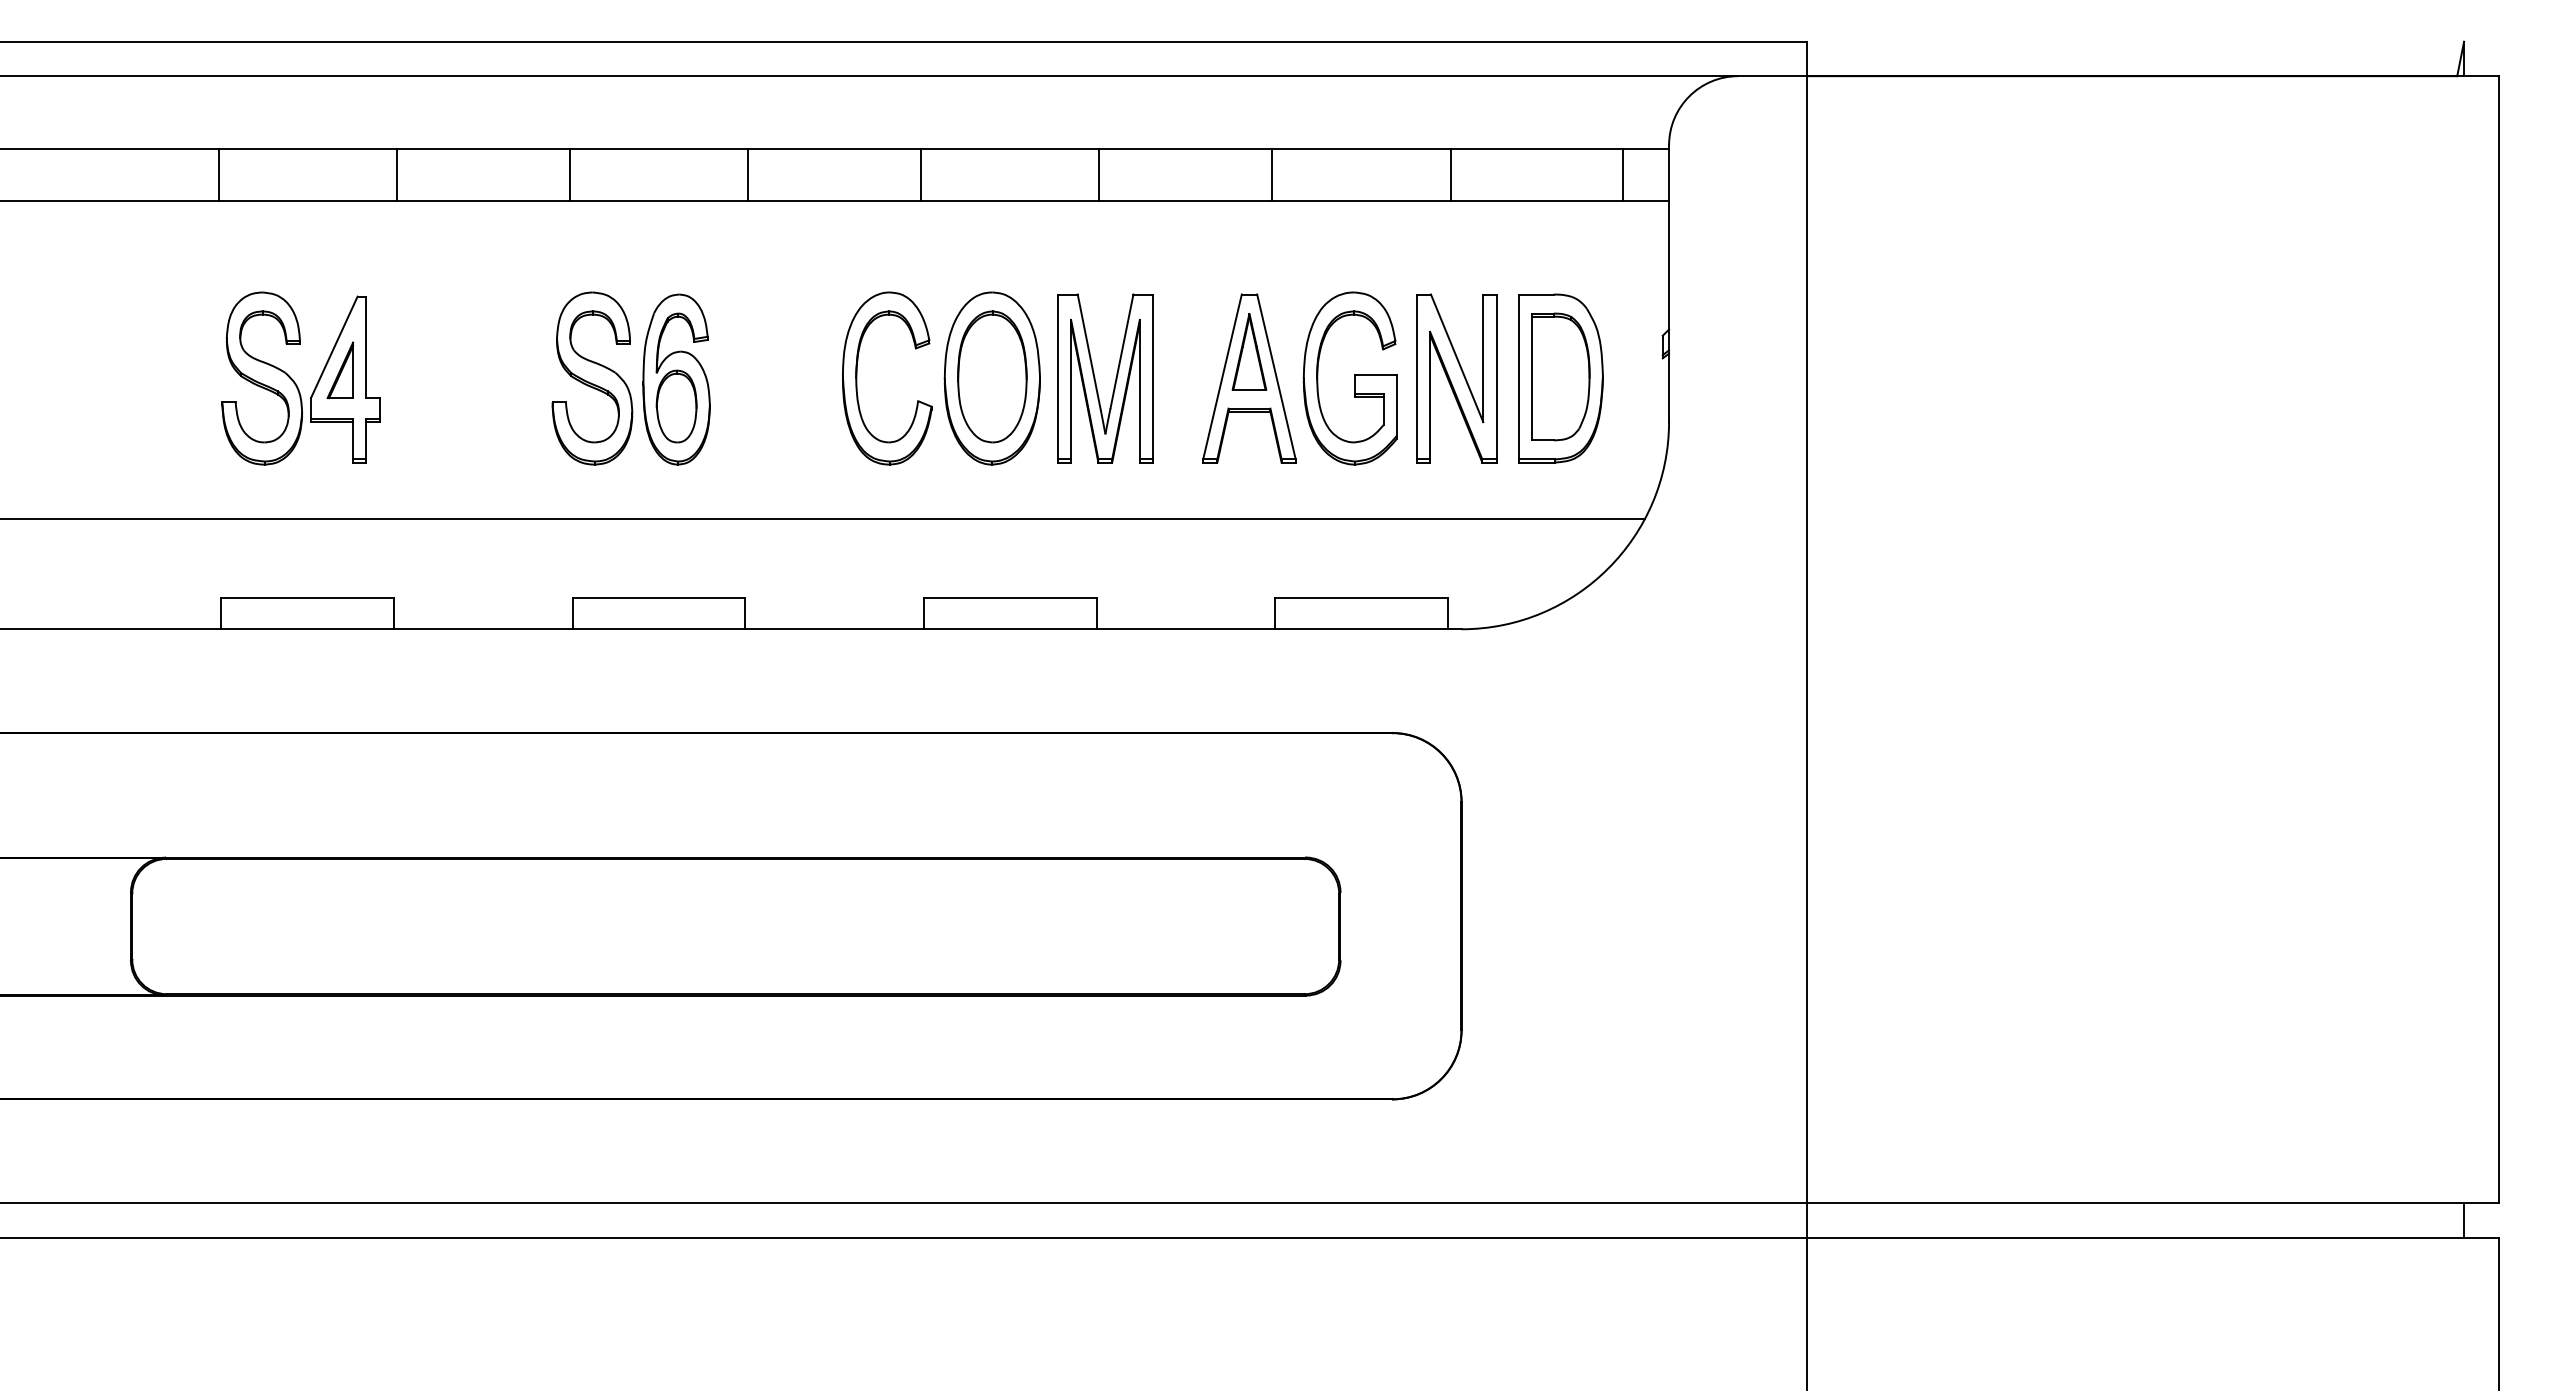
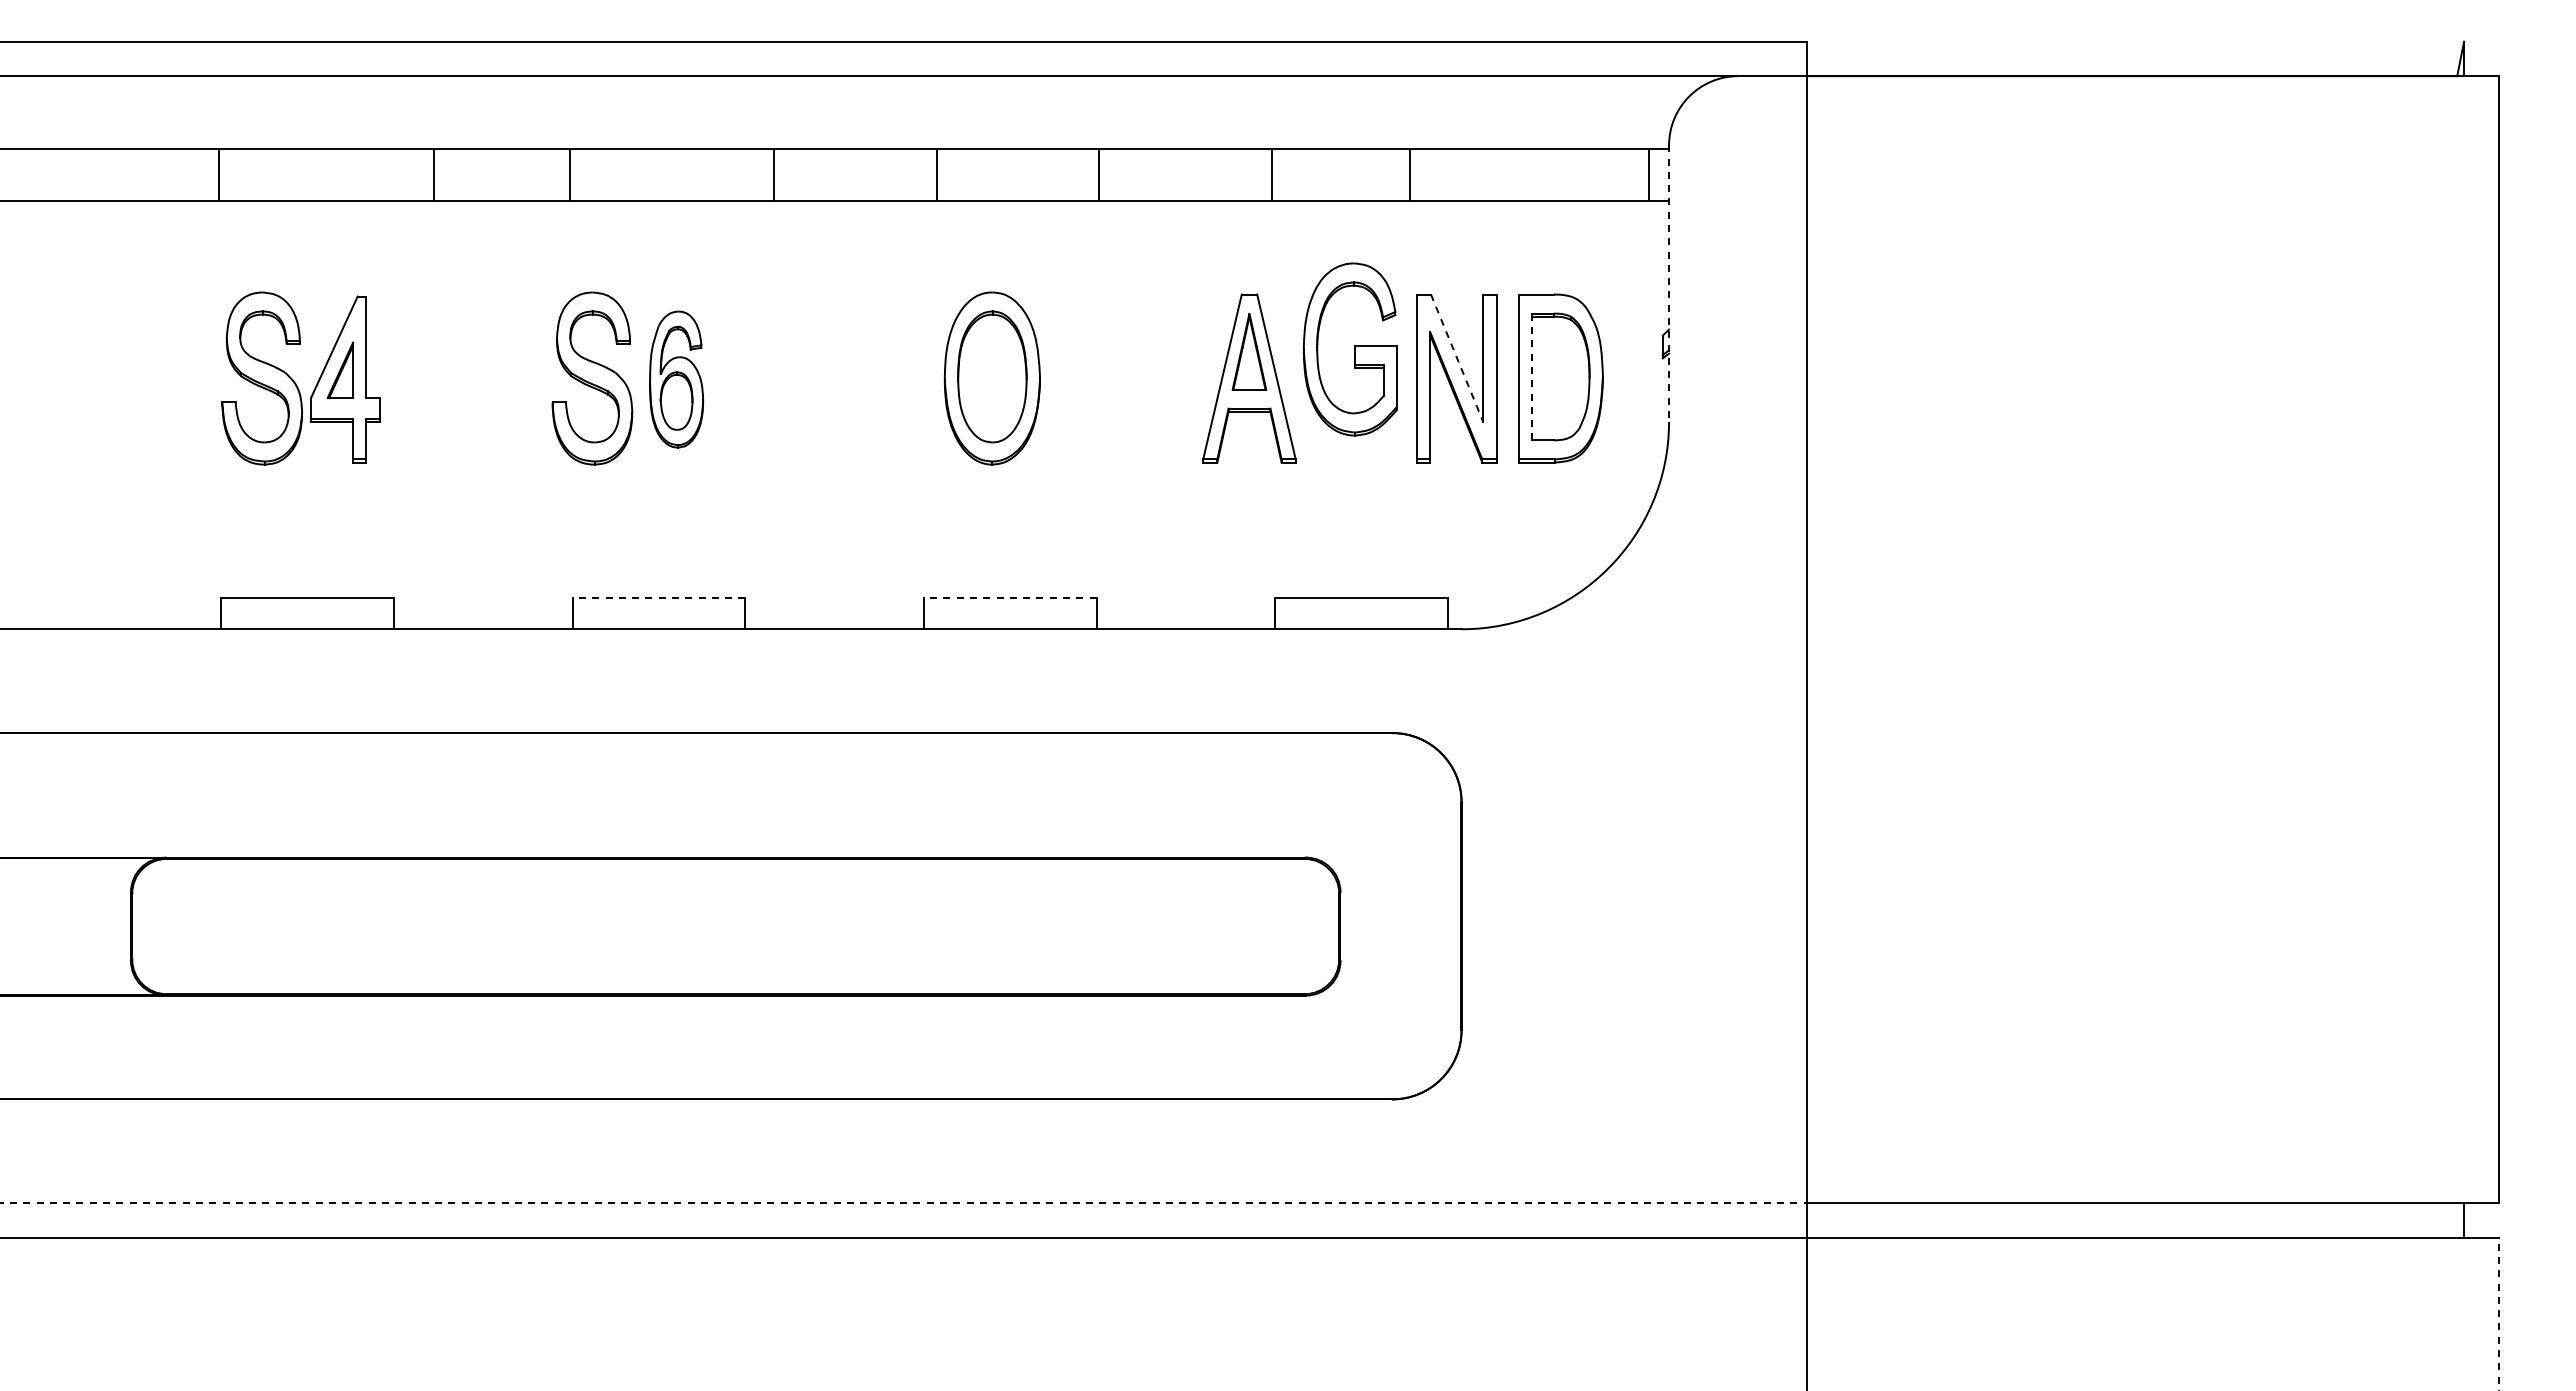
line at (396, 174) position: (396, 174) -> (433, 174)
line at (748, 174) position: (748, 174) -> (774, 174)
line at (921, 174) position: (921, 174) -> (937, 174)
line at (1450, 174) position: (1450, 174) -> (1409, 174)
line at (1623, 174) position: (1623, 174) -> (1649, 174)
line at (1669, 284): solid -> dashed
line at (1457, 358): solid -> dashed
line at (1531, 376): solid -> dashed
part at (857, 378): present -> none
part at (1349, 378) position: (1349, 378) -> (1349, 349)
part at (676, 379) size: 69x173 px -> 56x139 px
part at (1096, 382): present -> none
line at (823, 518): present -> none
line at (658, 598): solid -> dashed
line at (1009, 598): solid -> dashed
line at (904, 1203): solid -> dashed
line at (2498, 1313): solid -> dashed
